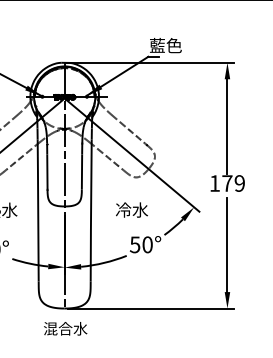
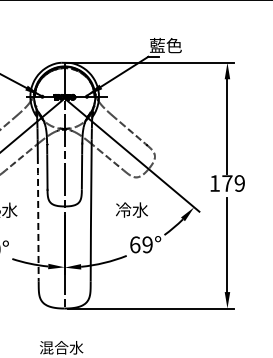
line at (38, 219): solid -> dashed
text at (140, 244): 50° -> 69°
text at (65, 328) position: (65, 328) -> (61, 347)
